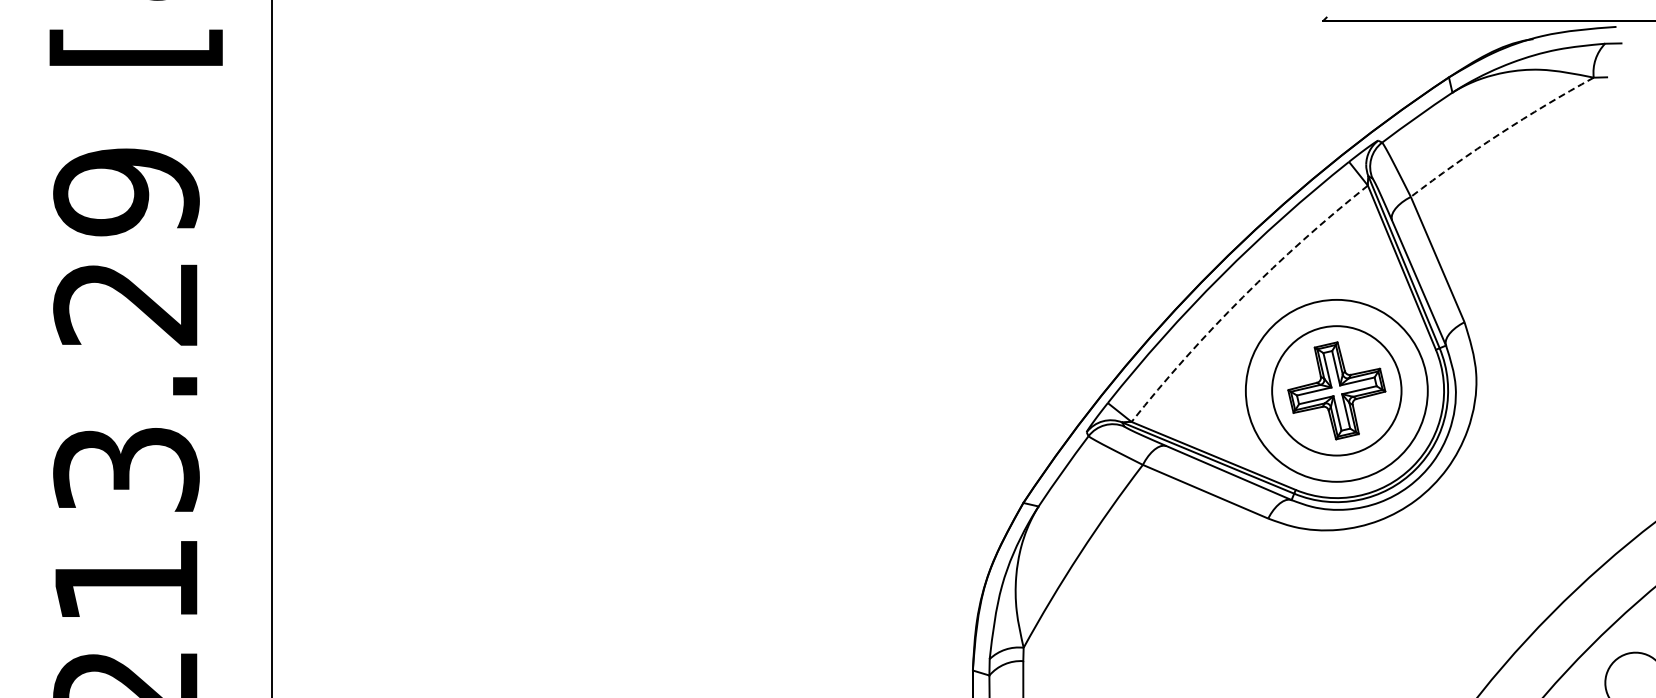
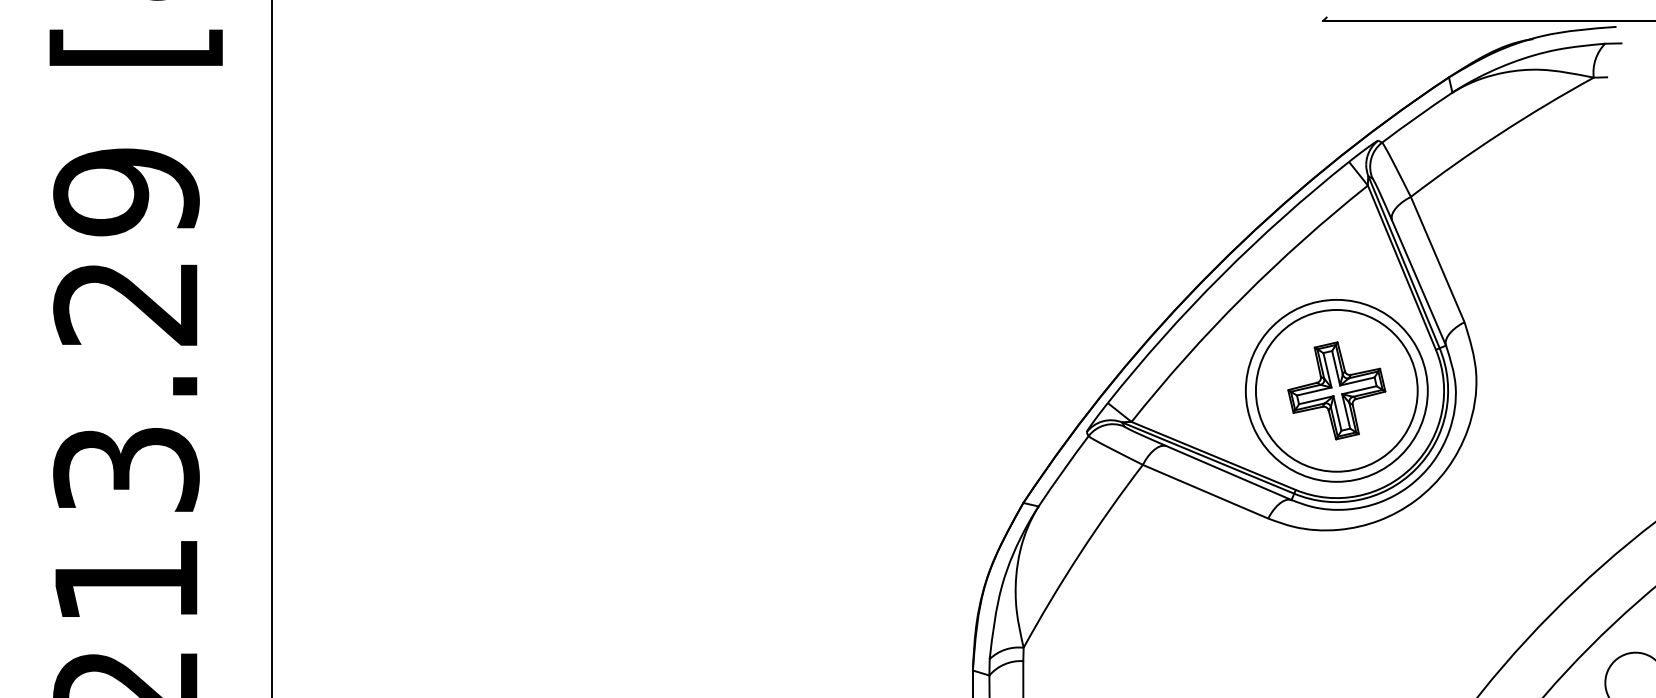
arc at (1500, 133): dashed -> solid
arc at (1243, 297): dashed -> solid
circle at (1336, 390) diameter: 129 px -> 162 px
